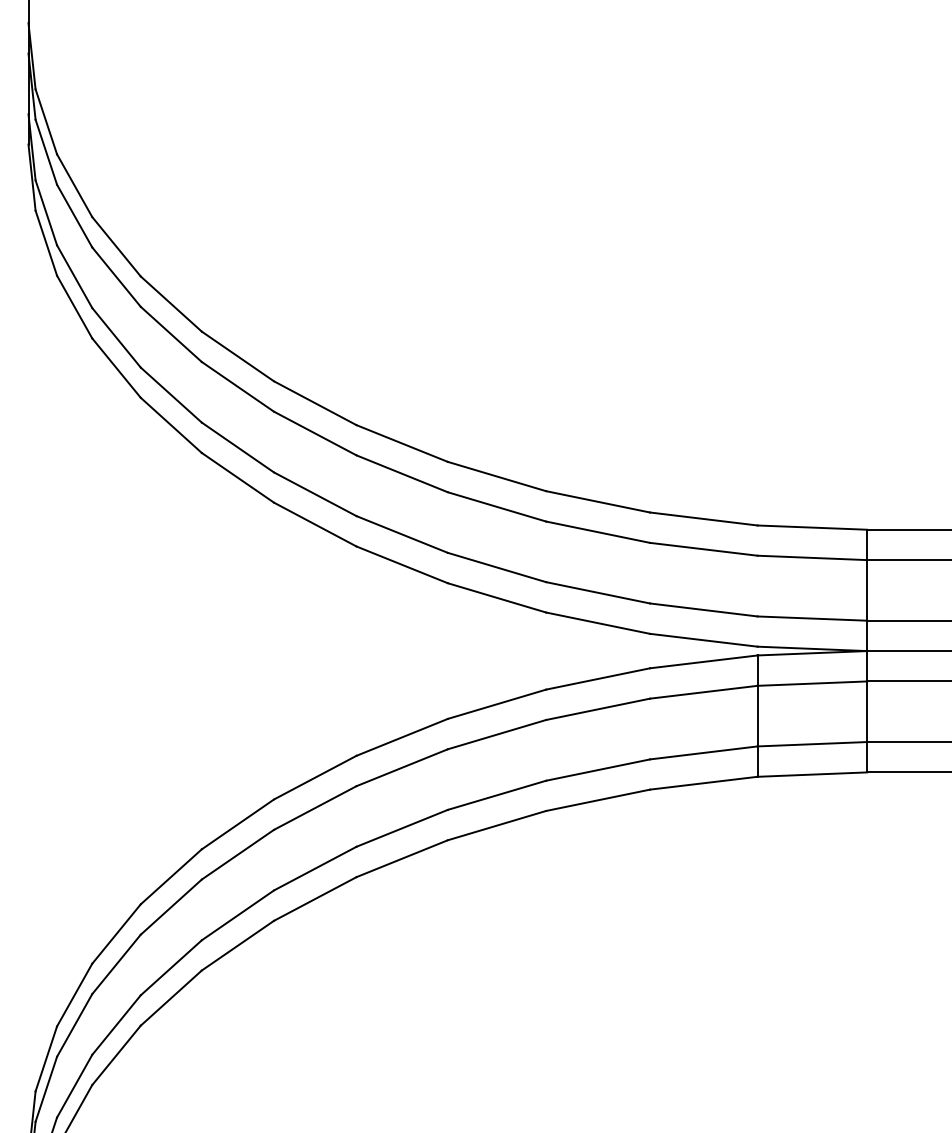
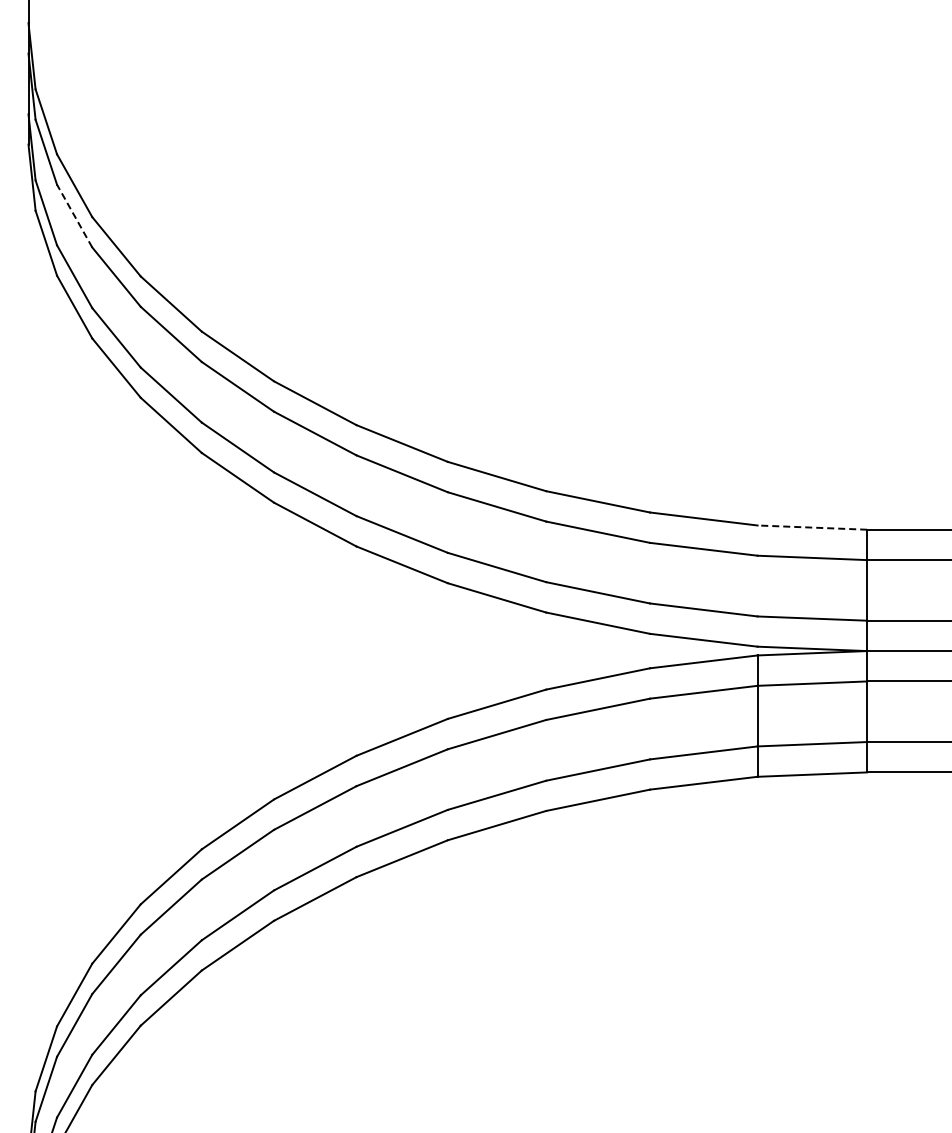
line at (74, 216): solid -> dashed
line at (812, 527): solid -> dashed
